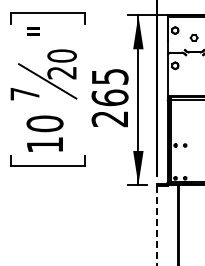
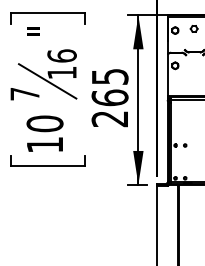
part at (193, 37) position: (193, 37) -> (193, 28)
text at (61, 64): 20 -> 16
line at (157, 225): dashed -> solid
